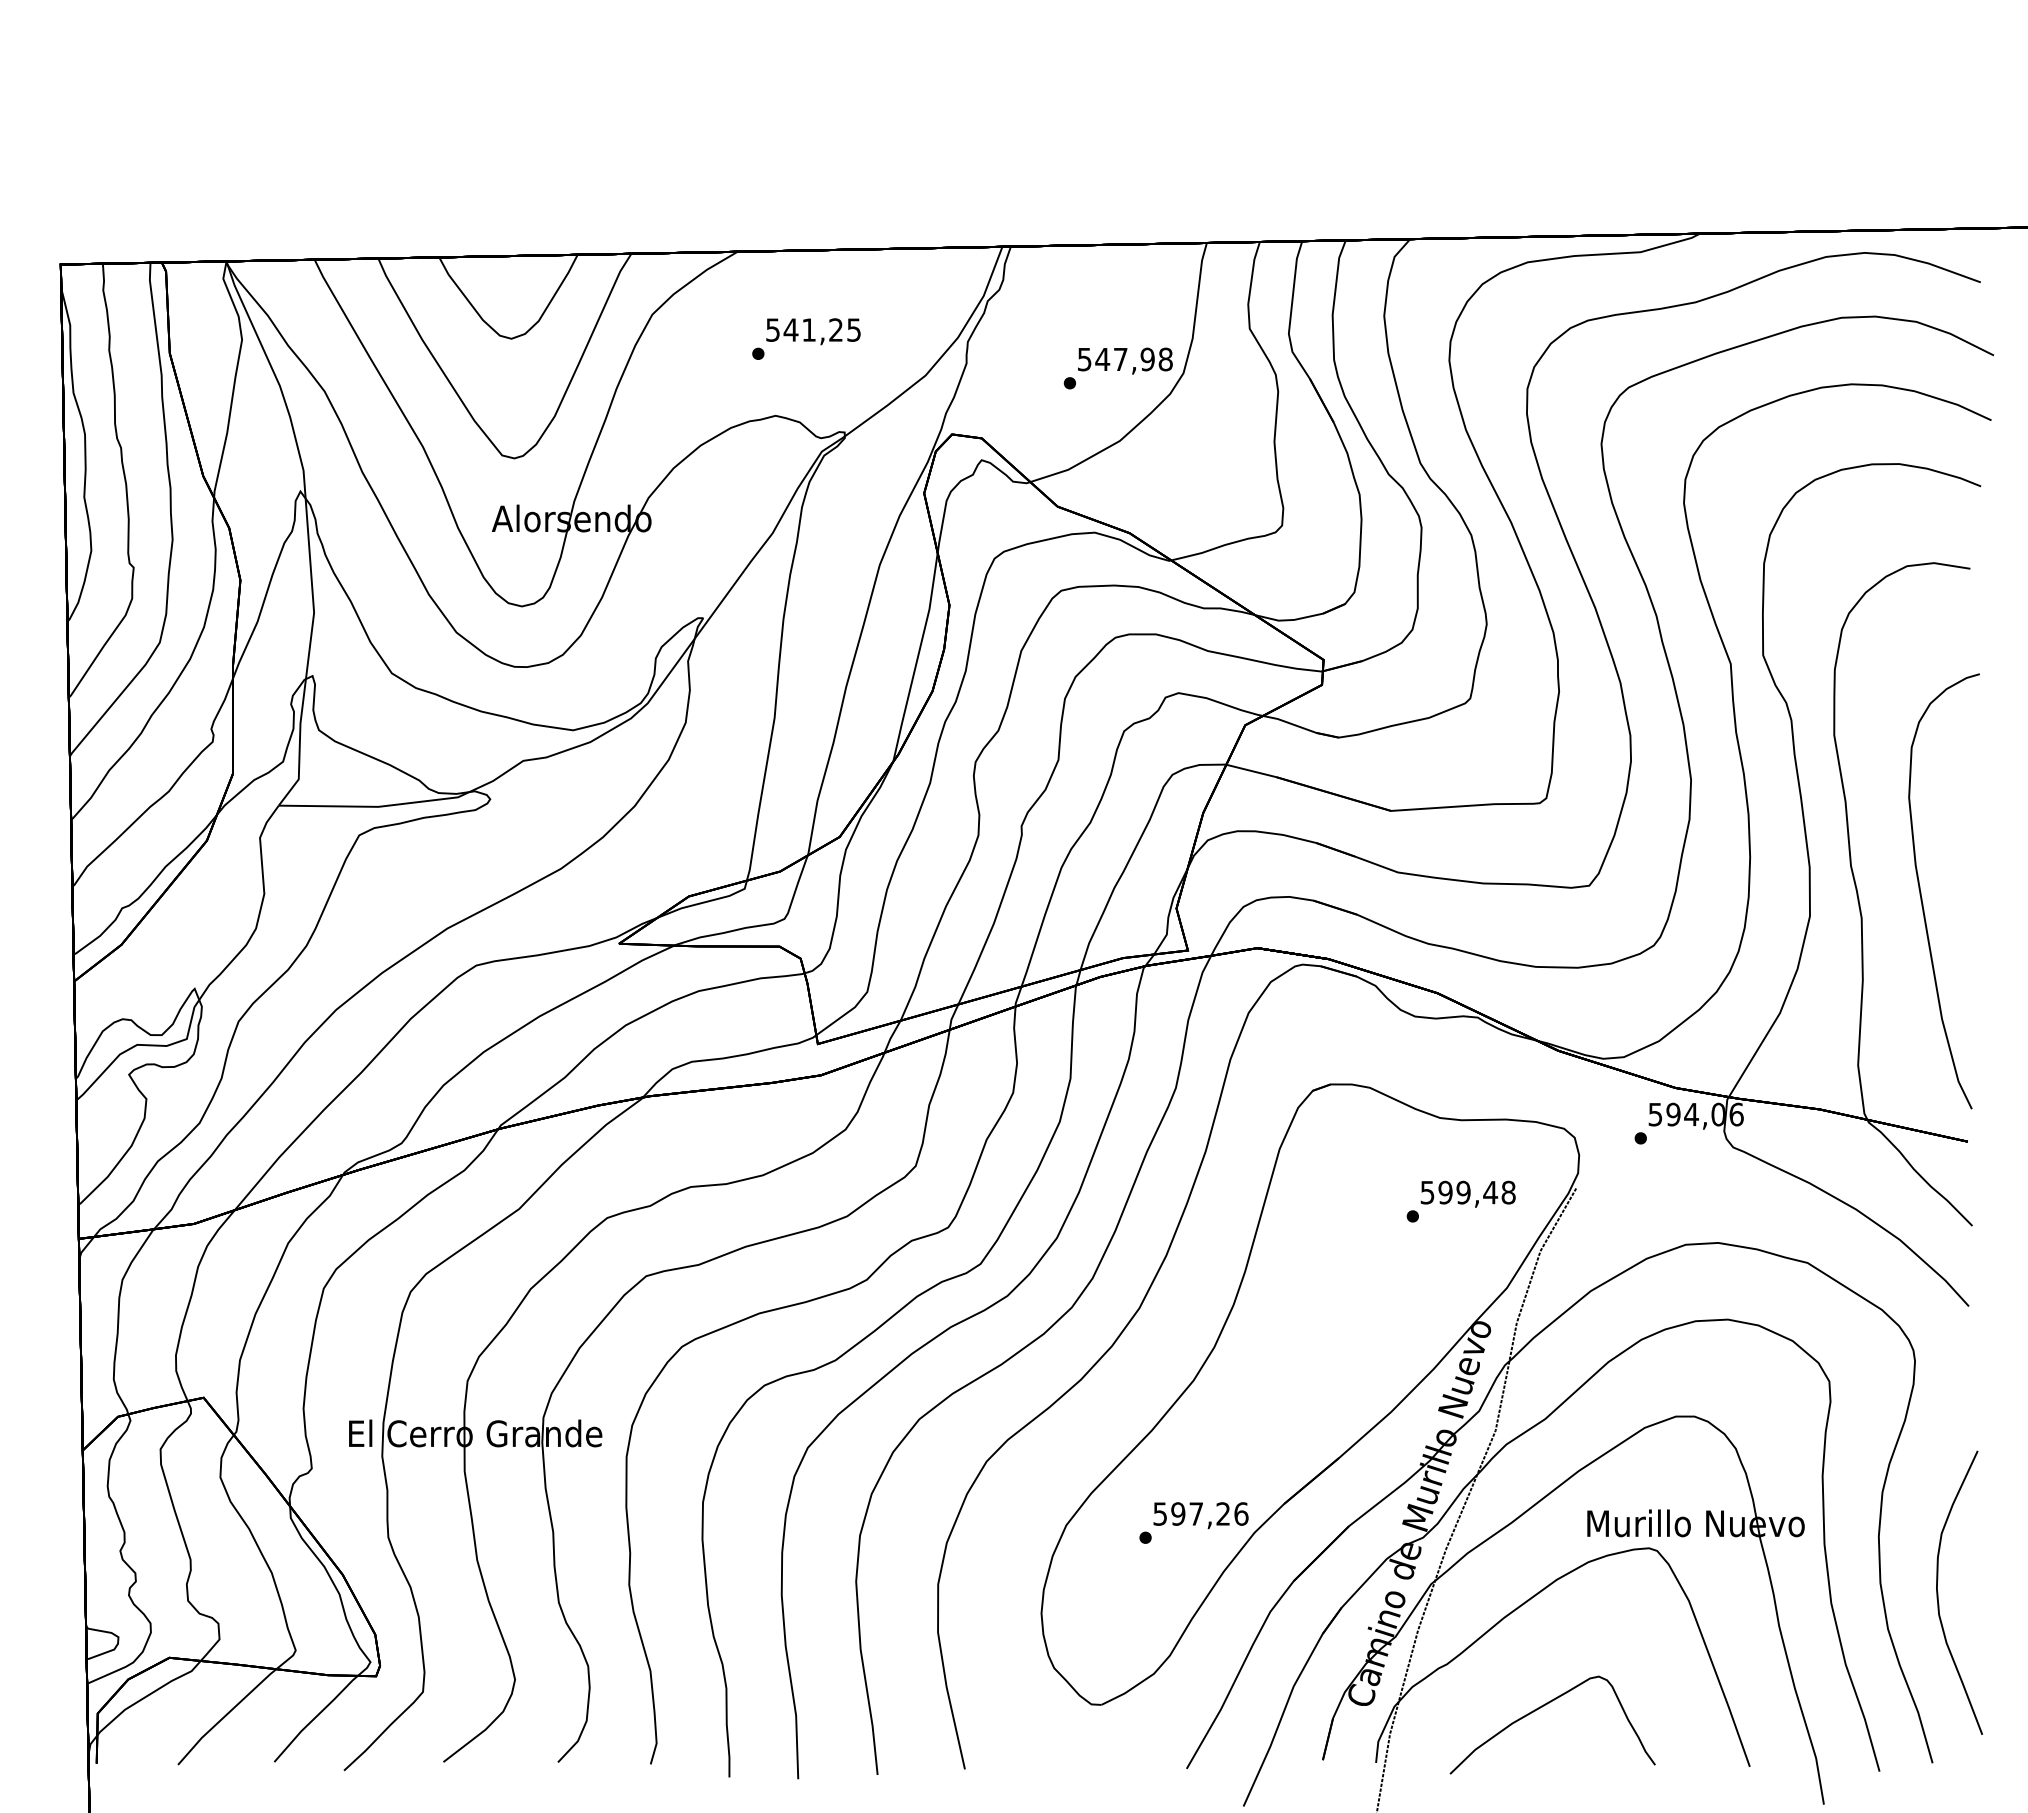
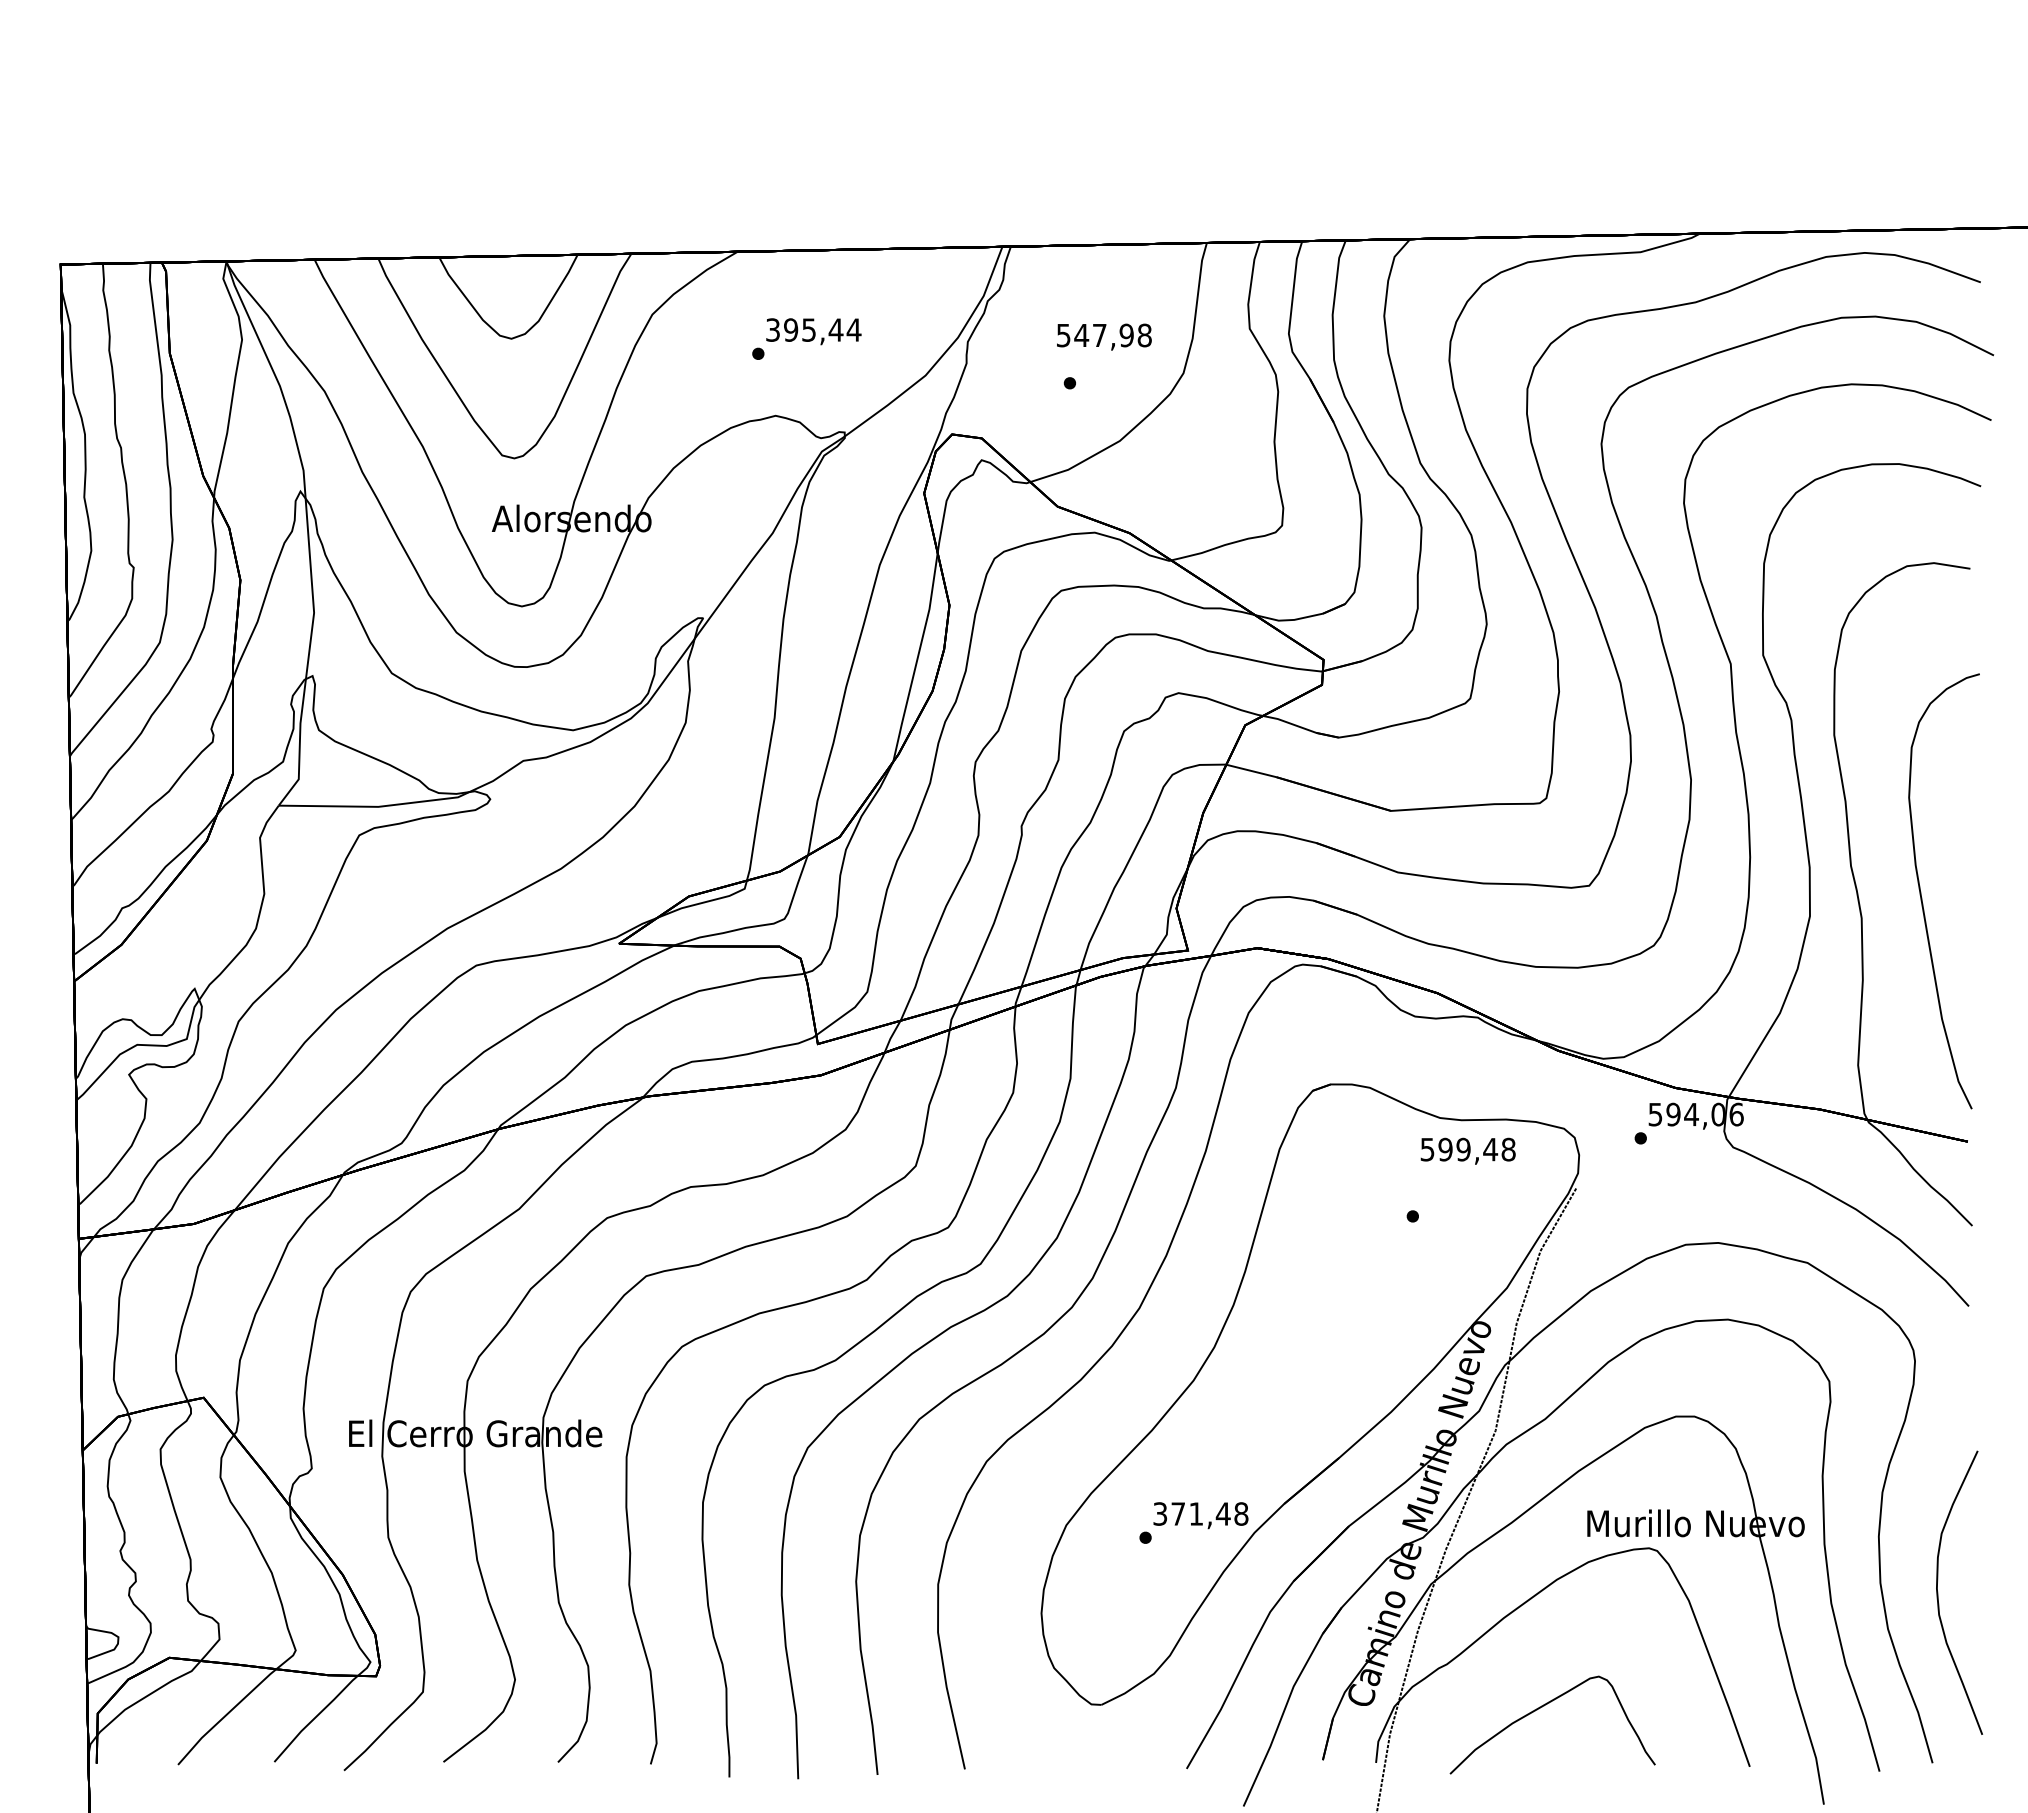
text at (814, 329): 541,25 -> 395,44
text at (1125, 360) position: (1125, 360) -> (1104, 336)
text at (1467, 1193) position: (1467, 1193) -> (1467, 1150)
text at (1201, 1513): 597,26 -> 371,48
